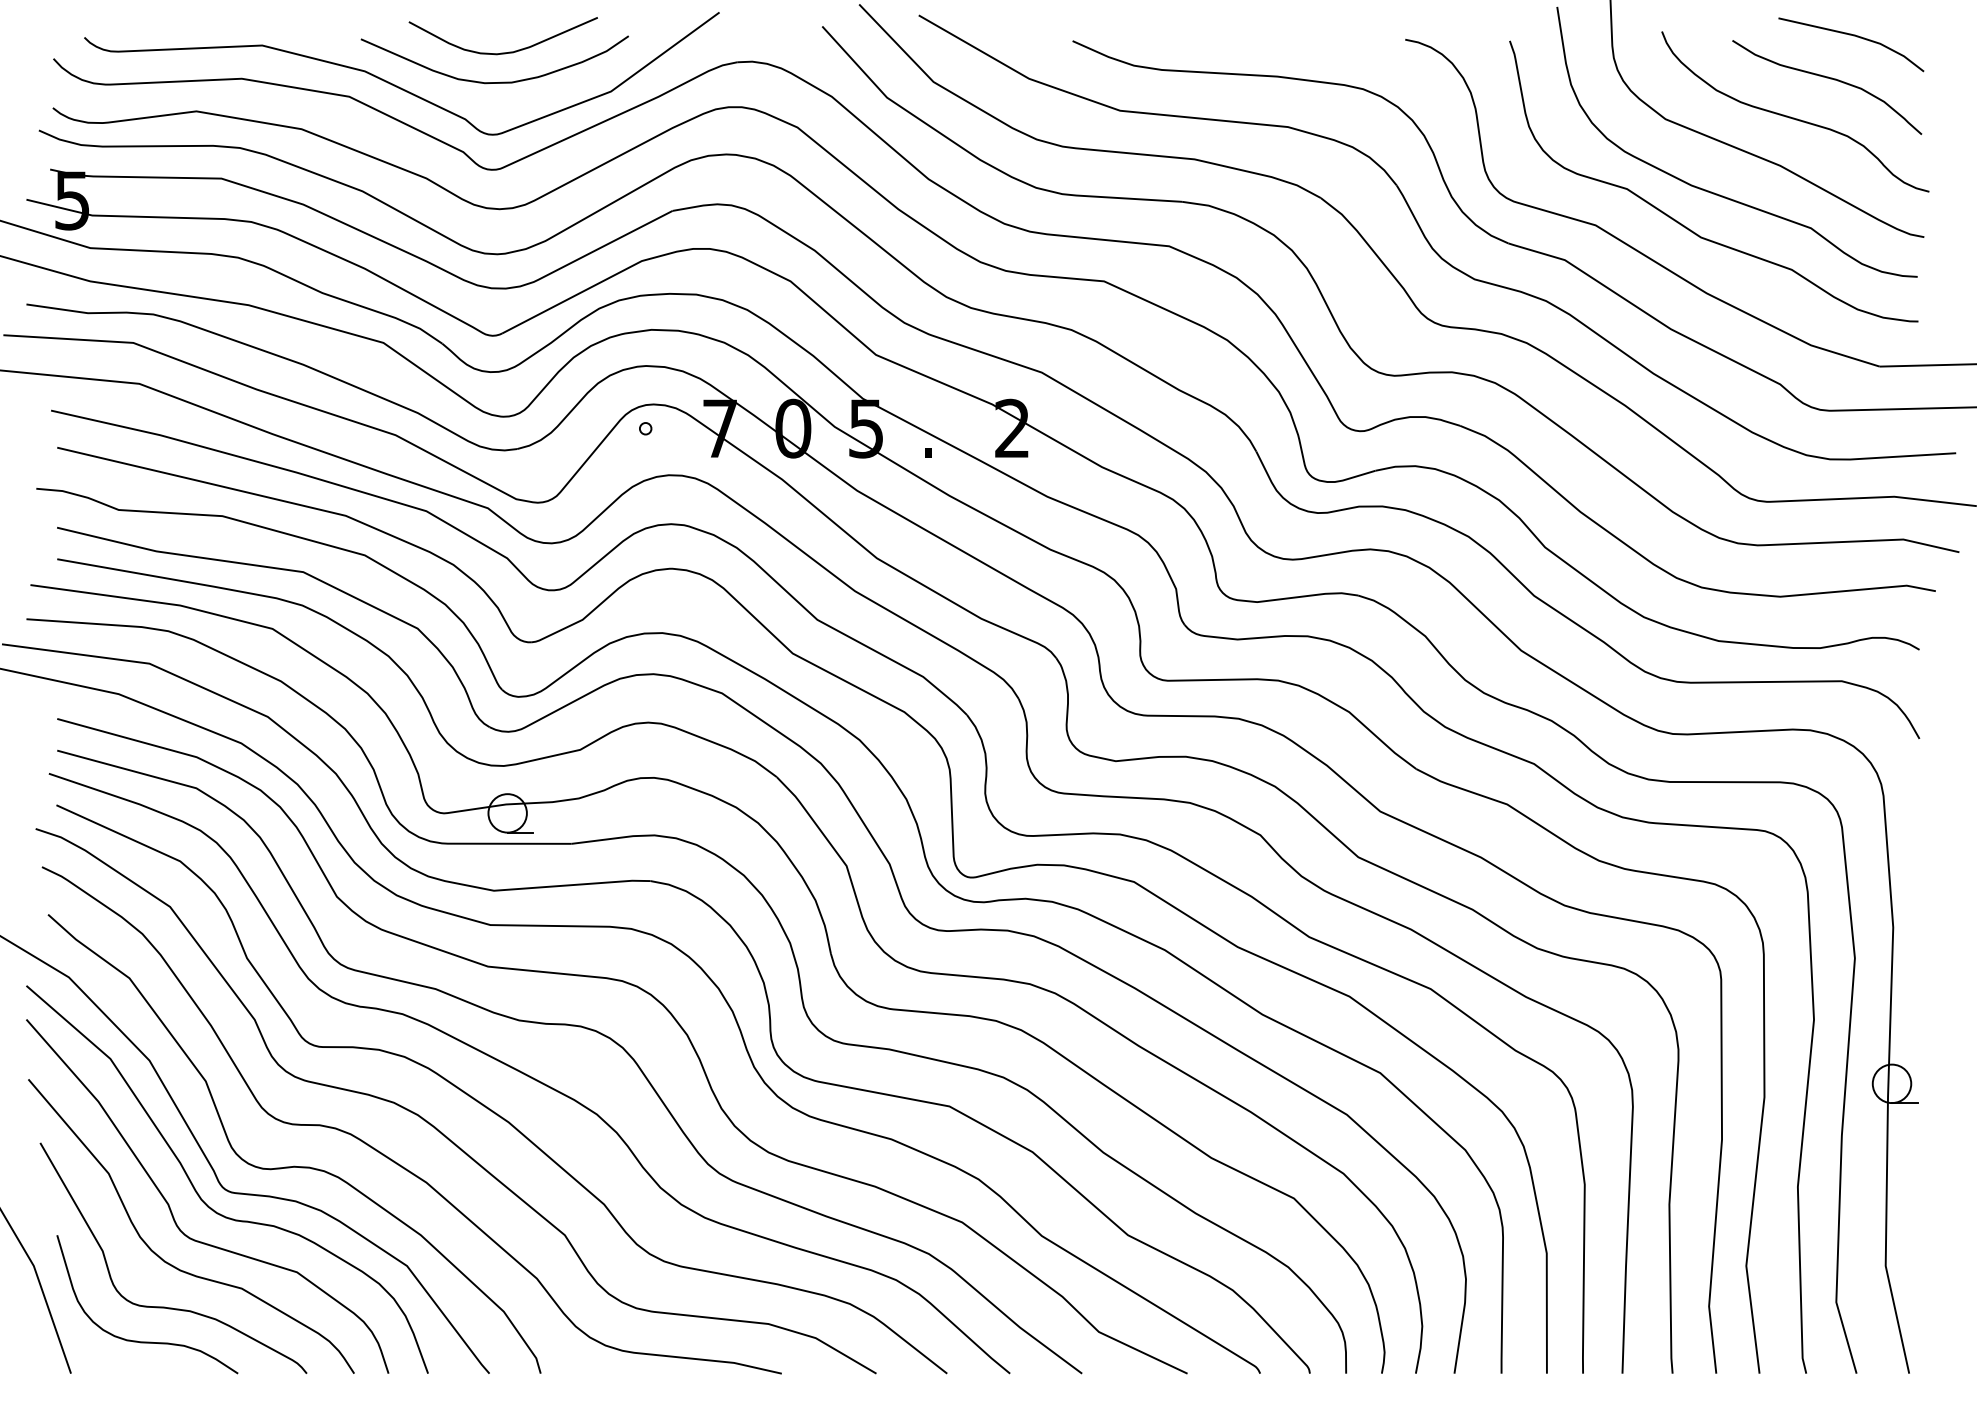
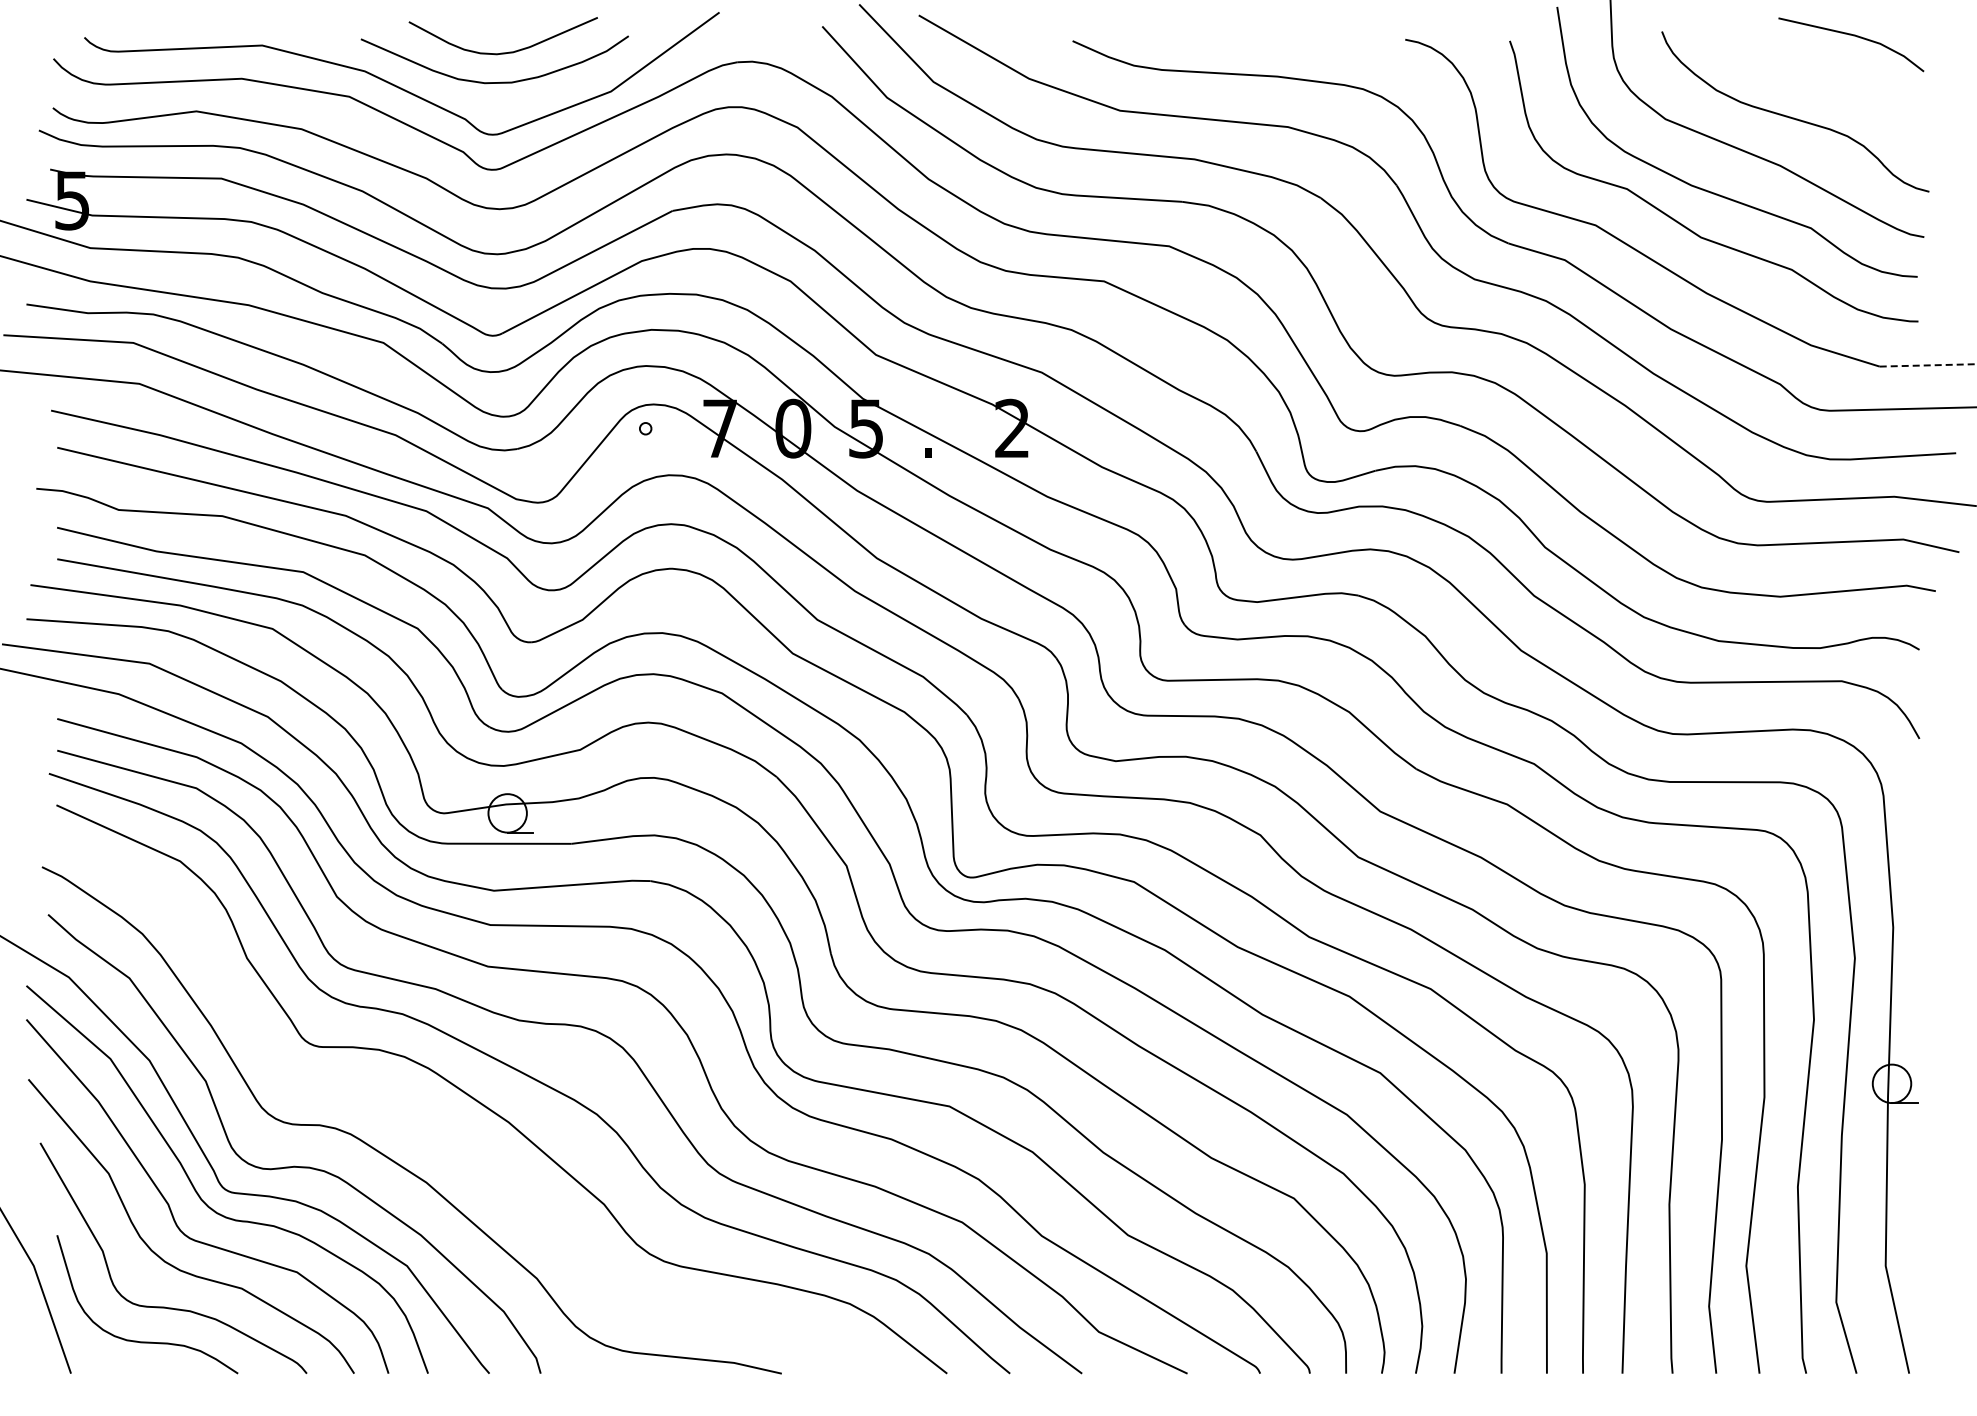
curve at (1830, 79): present -> none
line at (1928, 365): solid -> dashed
curve at (435, 1126): present -> none
